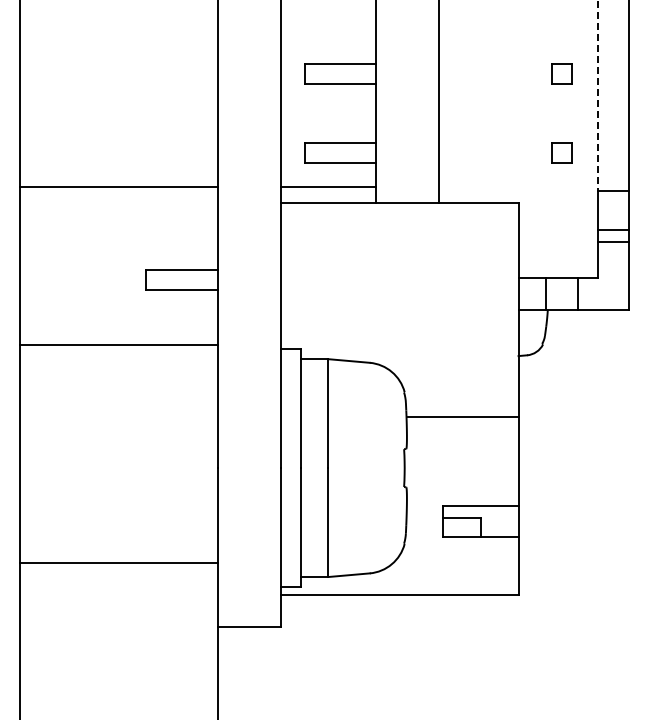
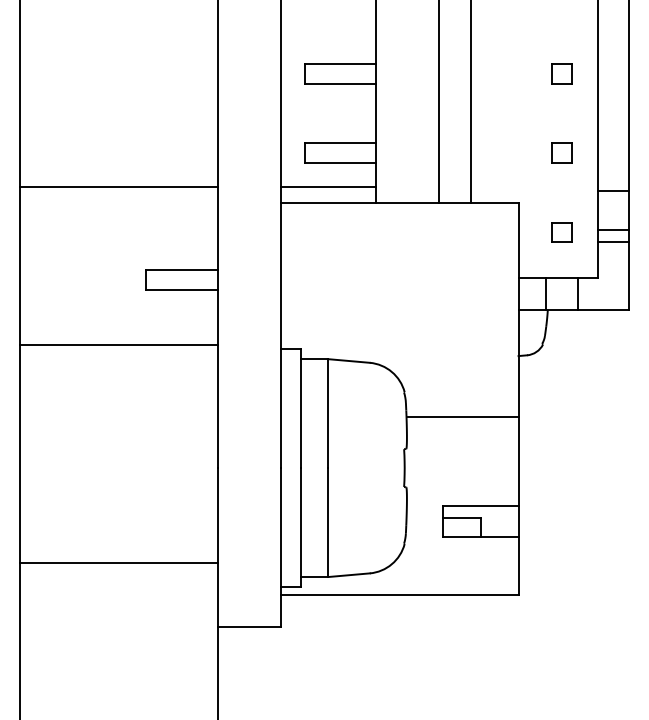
line at (597, 96): dashed -> solid
line at (471, 102): none -> present
part at (561, 232): none -> present
